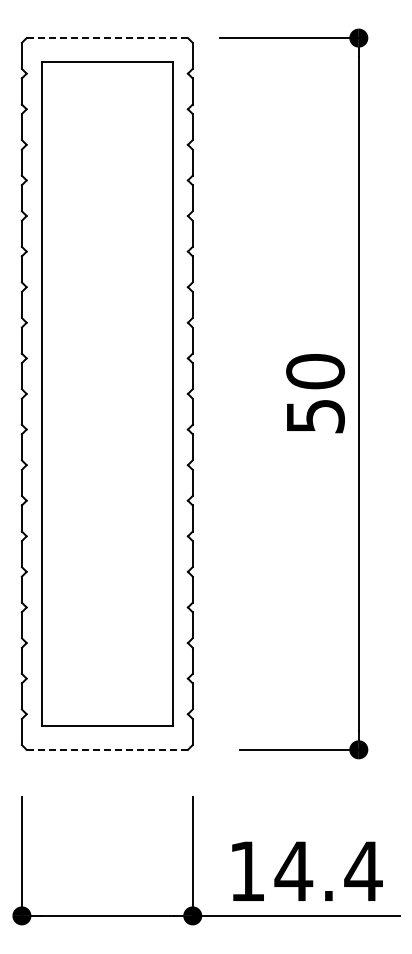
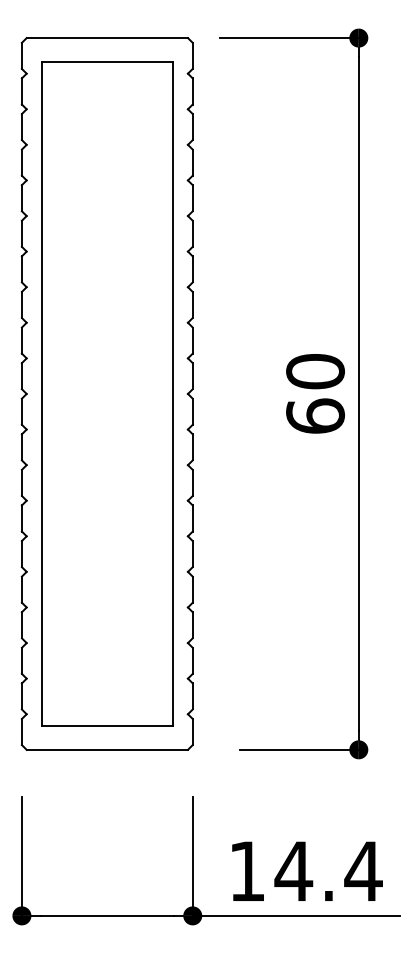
line at (107, 38): dashed -> solid
text at (315, 415): 50 -> 60
line at (107, 749): dashed -> solid
